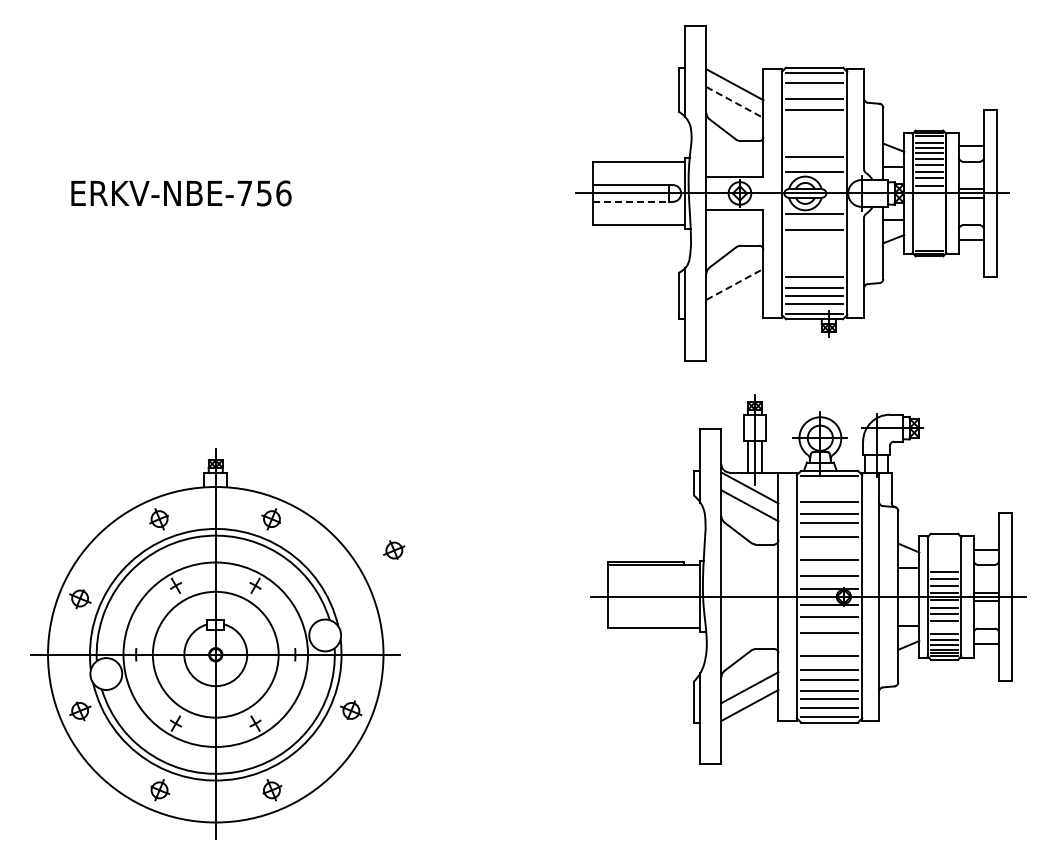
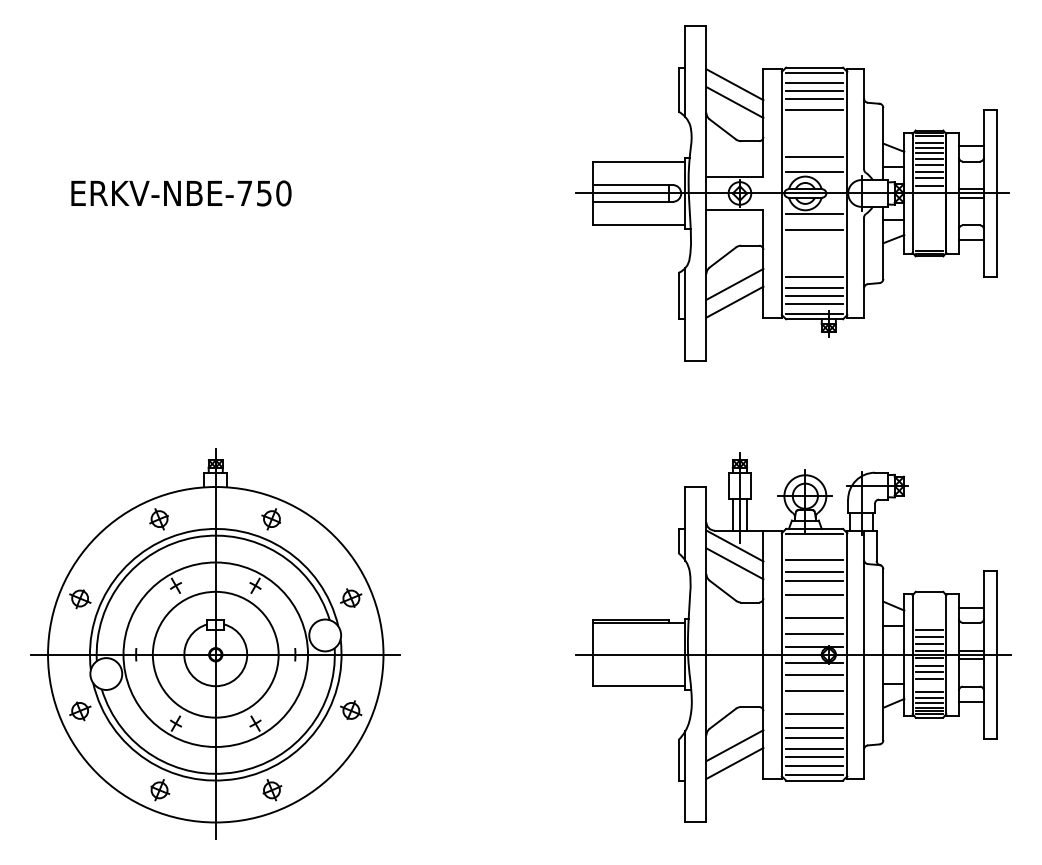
line at (814, 91): none -> present
line at (735, 102): dashed -> solid
text at (283, 193): ERKV-NBE-756 -> ERKV-NBE-750
line at (633, 201): dashed -> solid
line at (735, 284): dashed -> solid
line at (734, 301): none -> present
part at (394, 549) position: (394, 549) -> (351, 597)
part at (808, 579) position: (808, 579) -> (793, 637)
